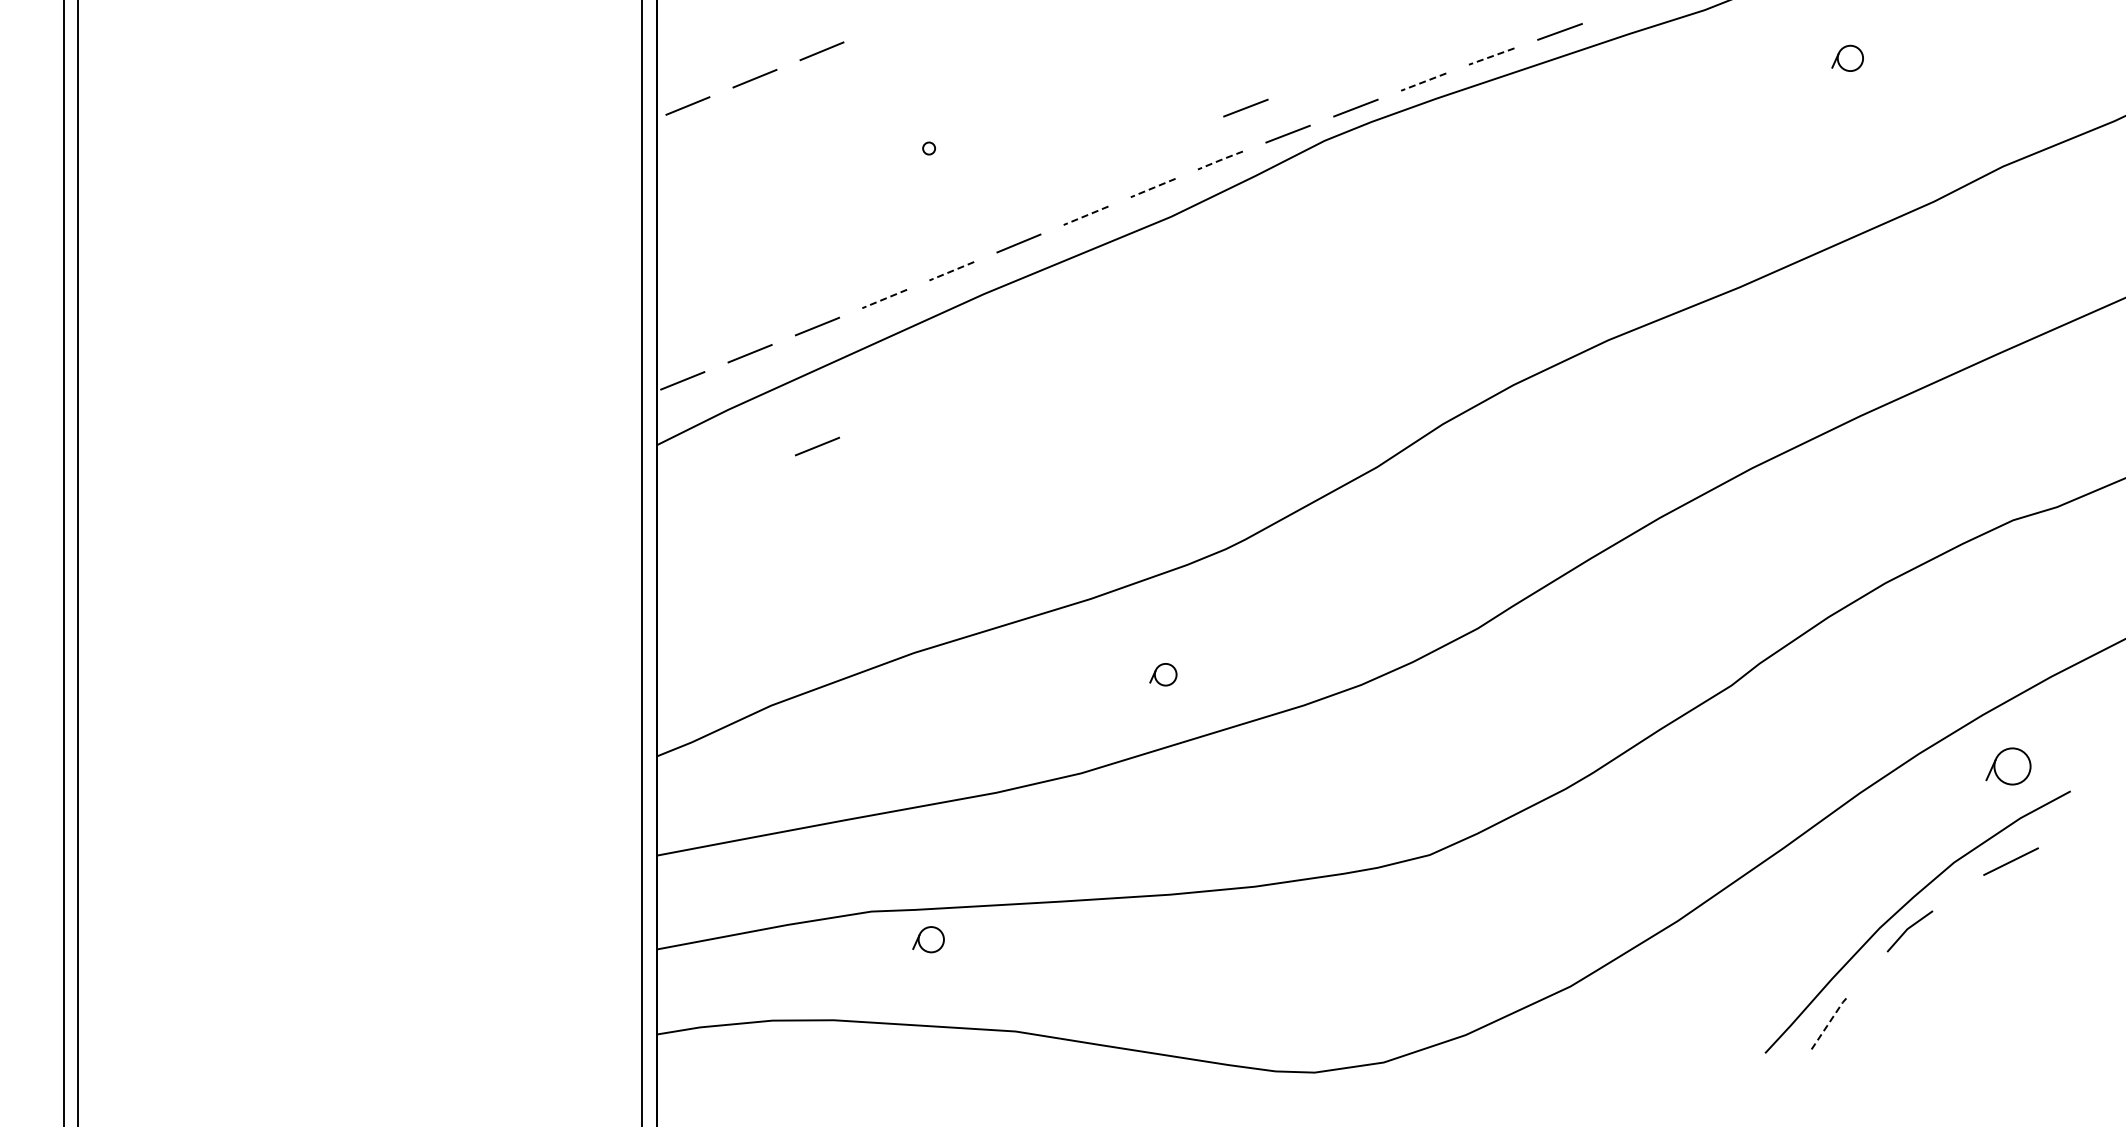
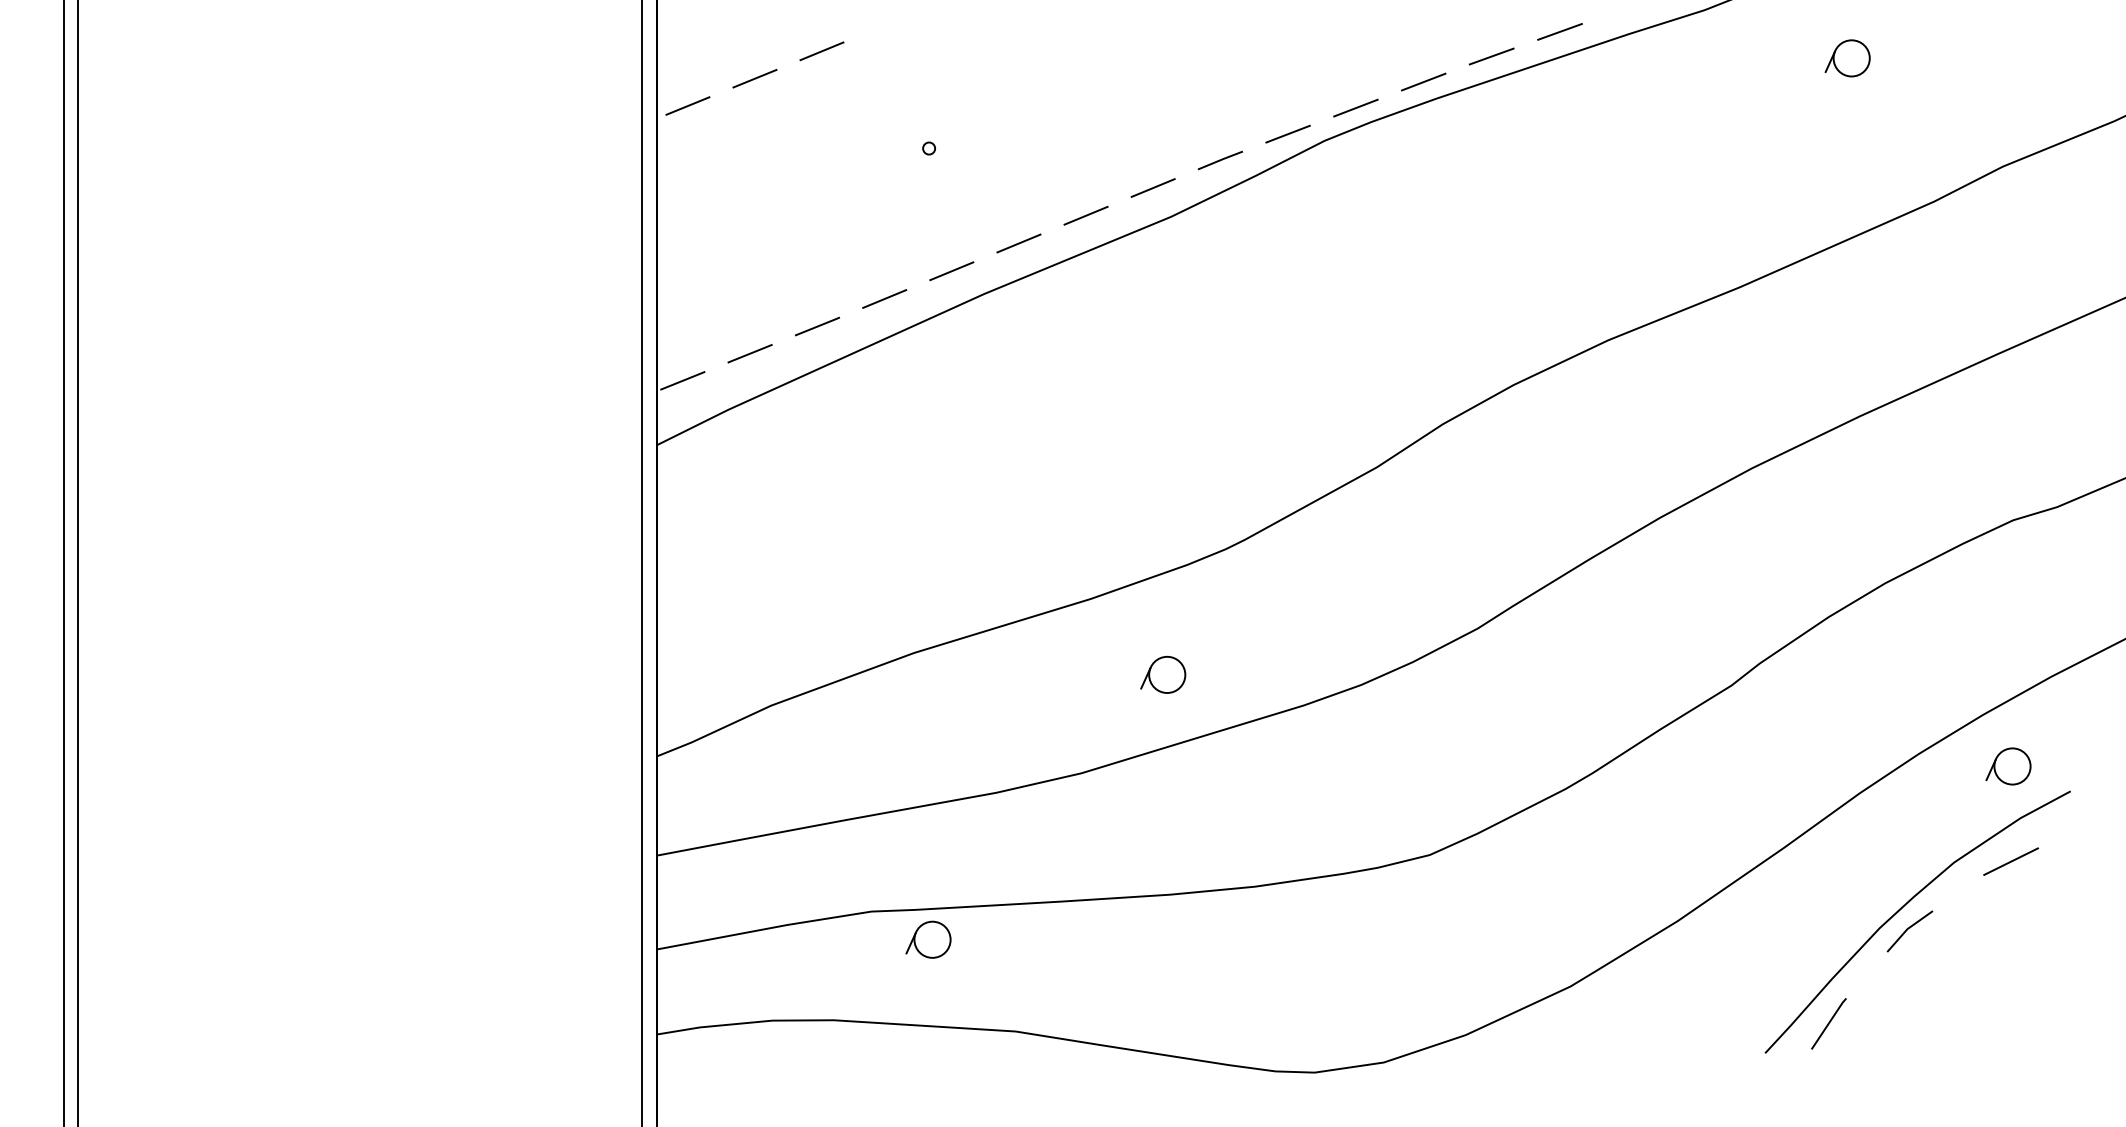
line at (1491, 56): dashed -> solid
part at (1847, 57) size: 33x28 px -> 47x39 px
line at (1423, 82): dashed -> solid
line at (1245, 107): present -> none
line at (1220, 160): dashed -> solid
line at (1152, 188): dashed -> solid
line at (1085, 215): dashed -> solid
line at (951, 271): dashed -> solid
line at (884, 299): dashed -> solid
line at (817, 446): present -> none
part at (1163, 674) size: 29x24 px -> 47x39 px
part at (928, 939) size: 33x28 px -> 47x39 px
line at (1829, 1023): dashed -> solid
